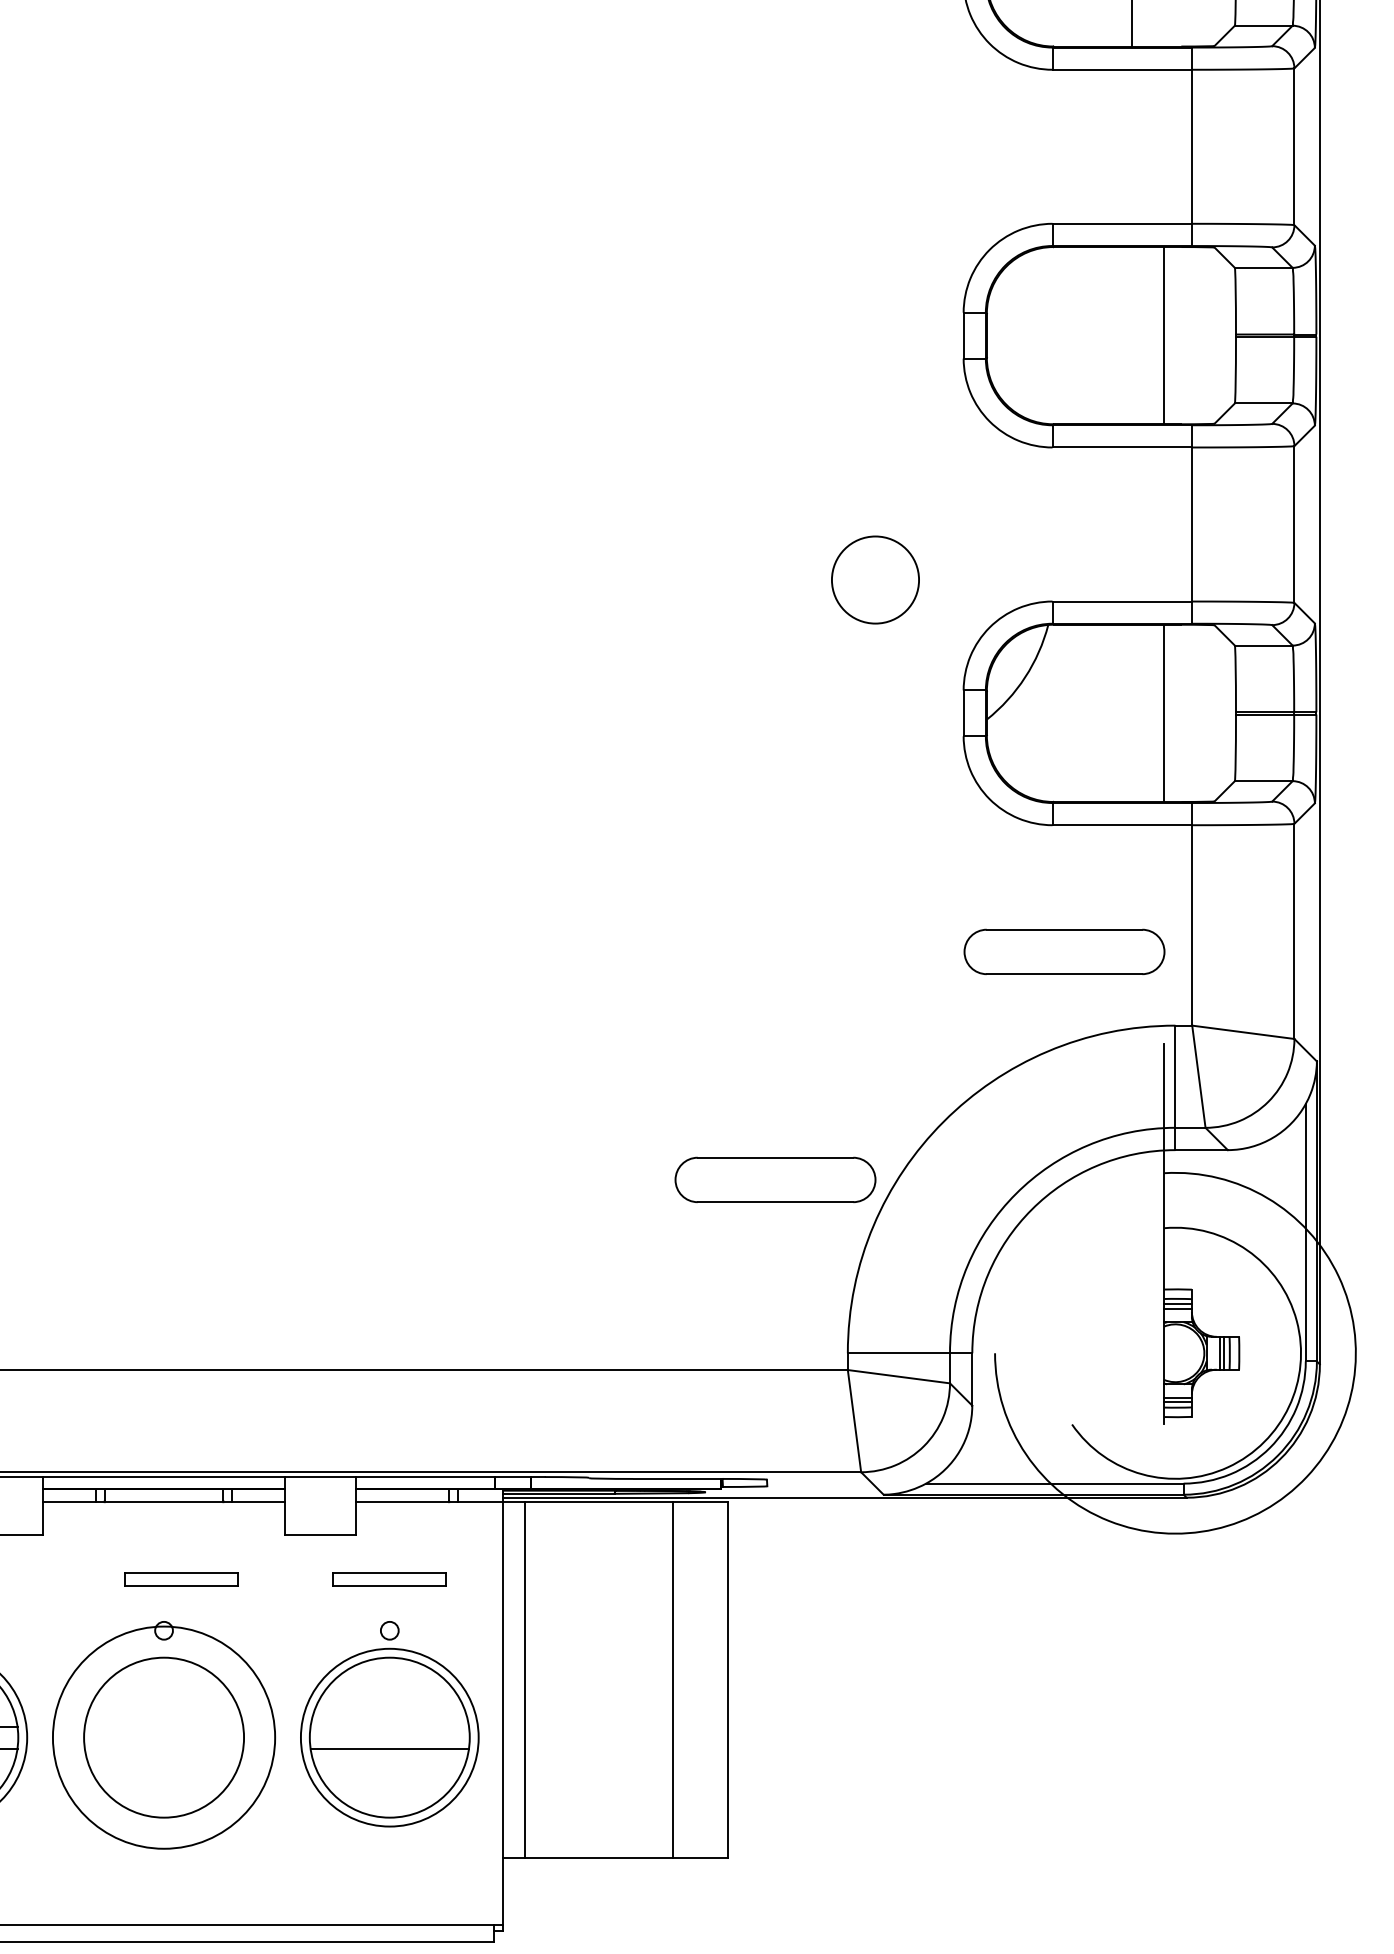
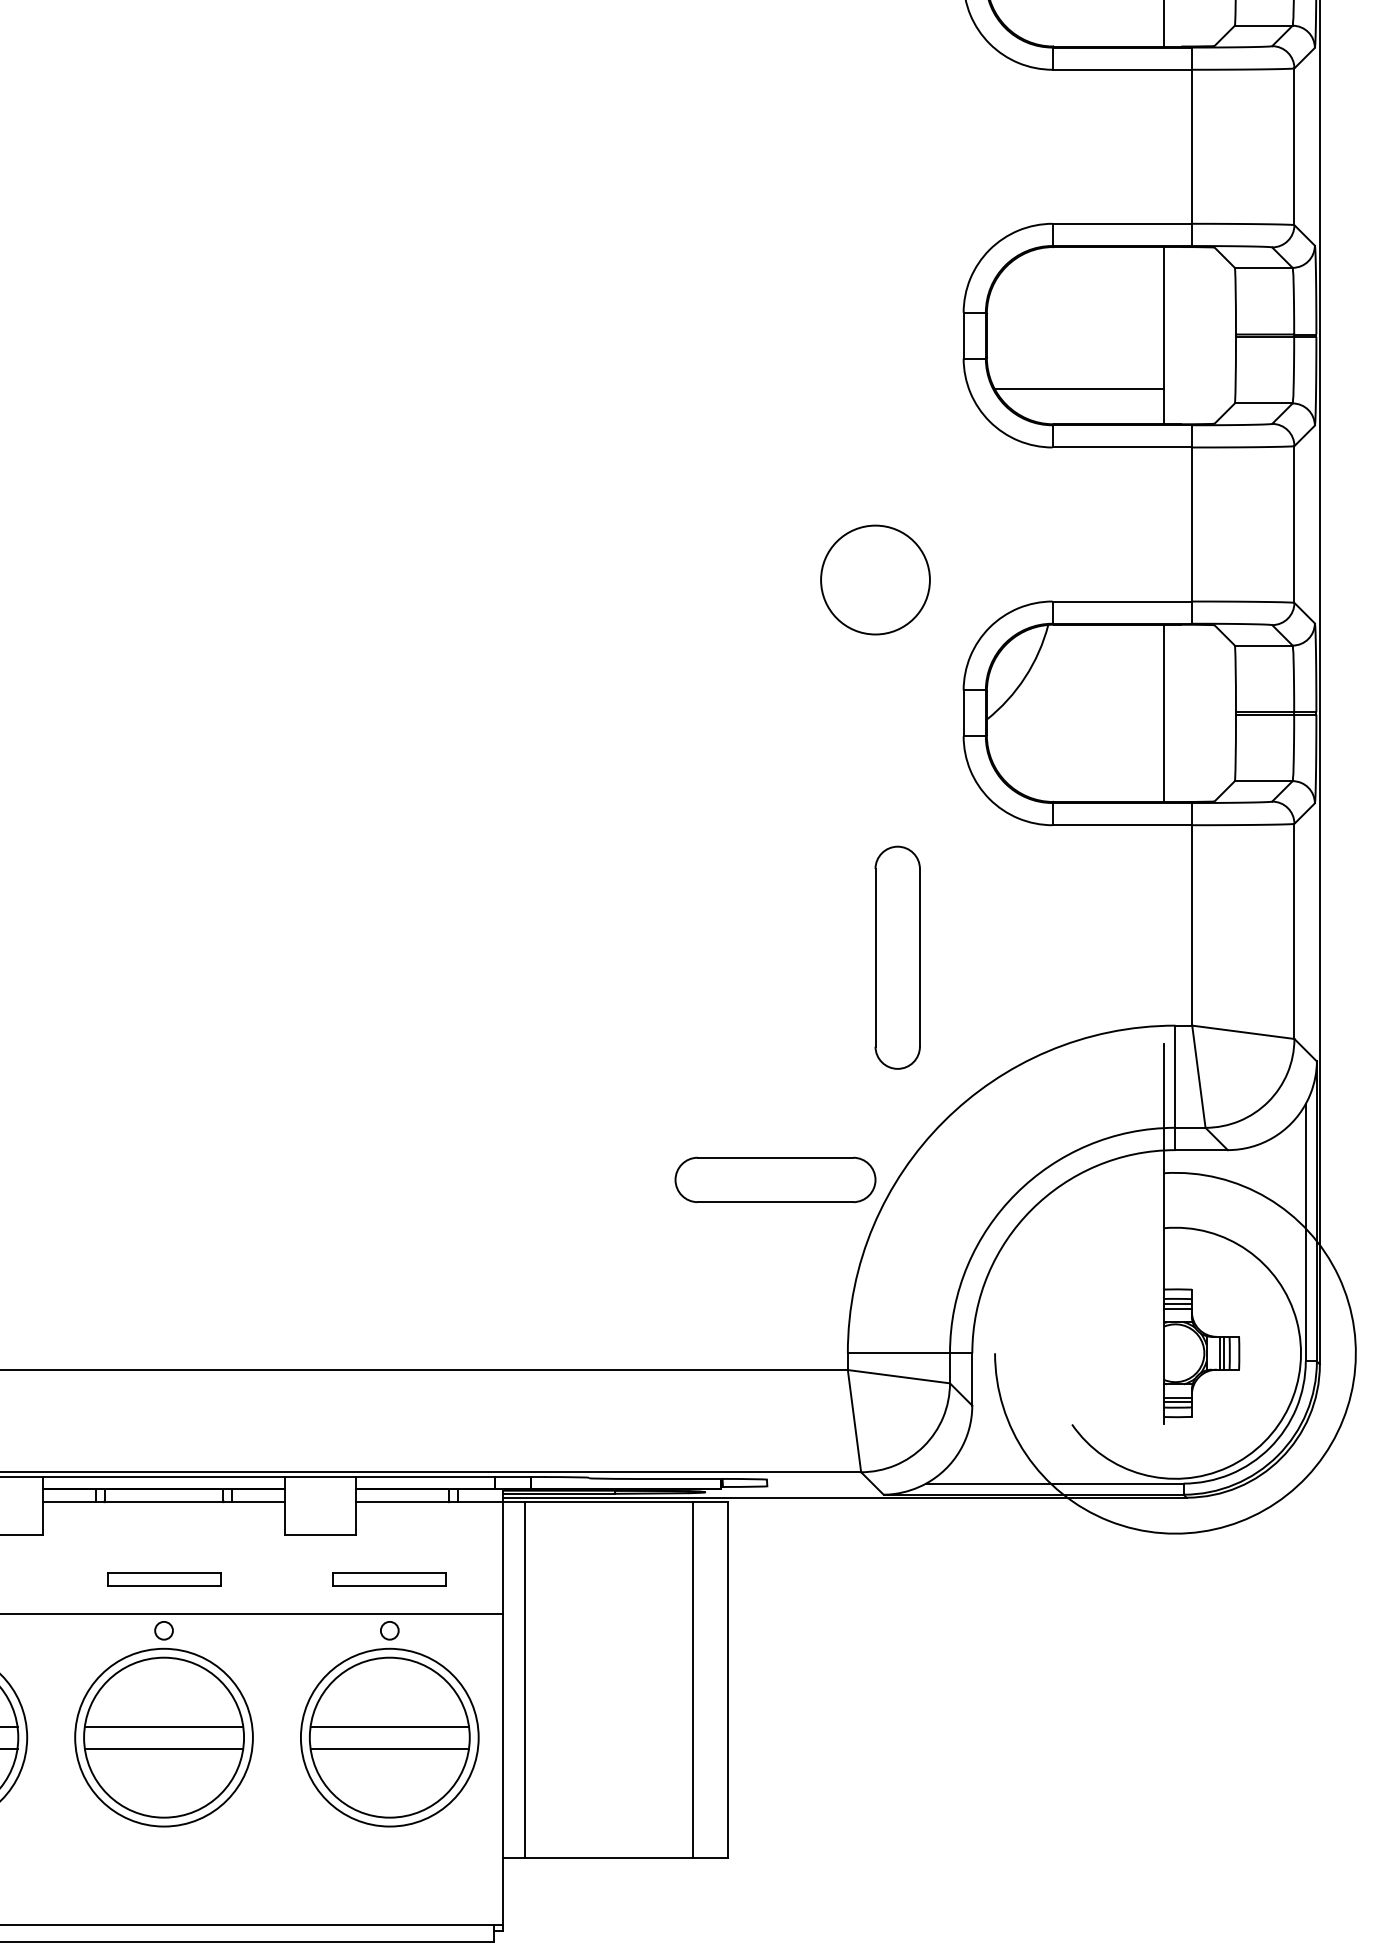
line at (1132, 24) position: (1132, 24) -> (1164, 24)
line at (1079, 388): none -> present
circle at (875, 579) size: 89x90 px -> 111x112 px
part at (1064, 951): present -> none
part at (897, 957): none -> present
part at (181, 1579) position: (181, 1579) -> (164, 1579)
line at (252, 1613): none -> present
line at (672, 1679) position: (672, 1679) -> (692, 1679)
line at (163, 1726): none -> present
line at (389, 1726): none -> present
circle at (163, 1737) diameter: 222 px -> 178 px
line at (163, 1748): none -> present
